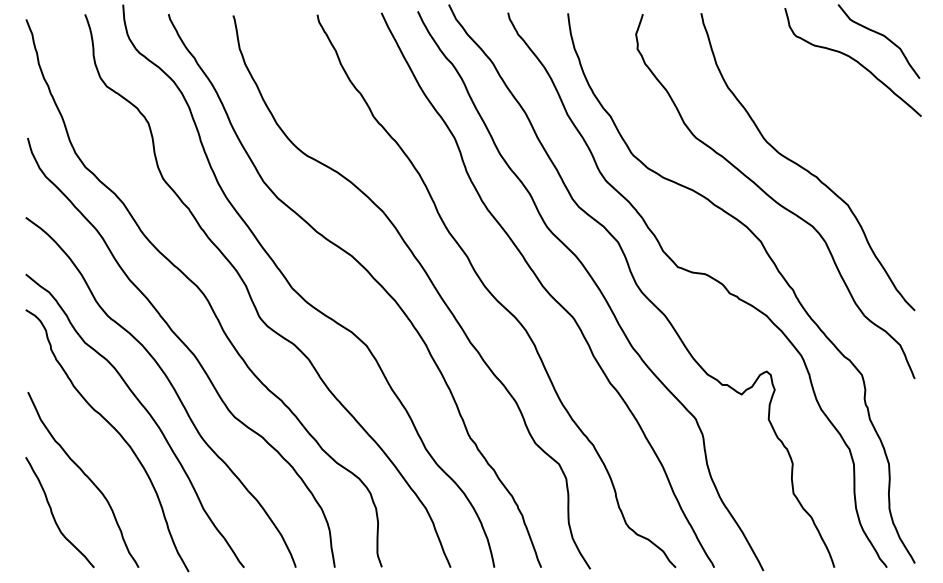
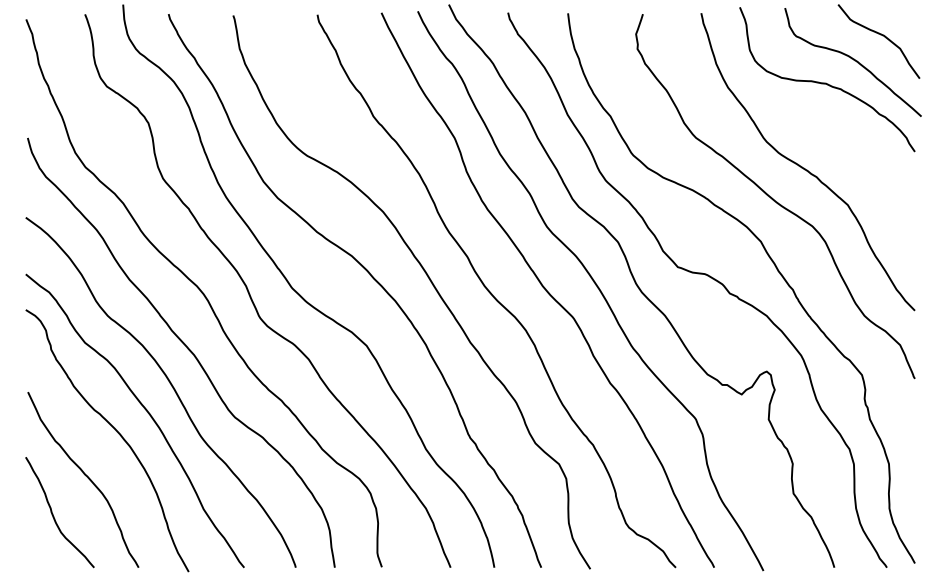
curve at (826, 82): none -> present
